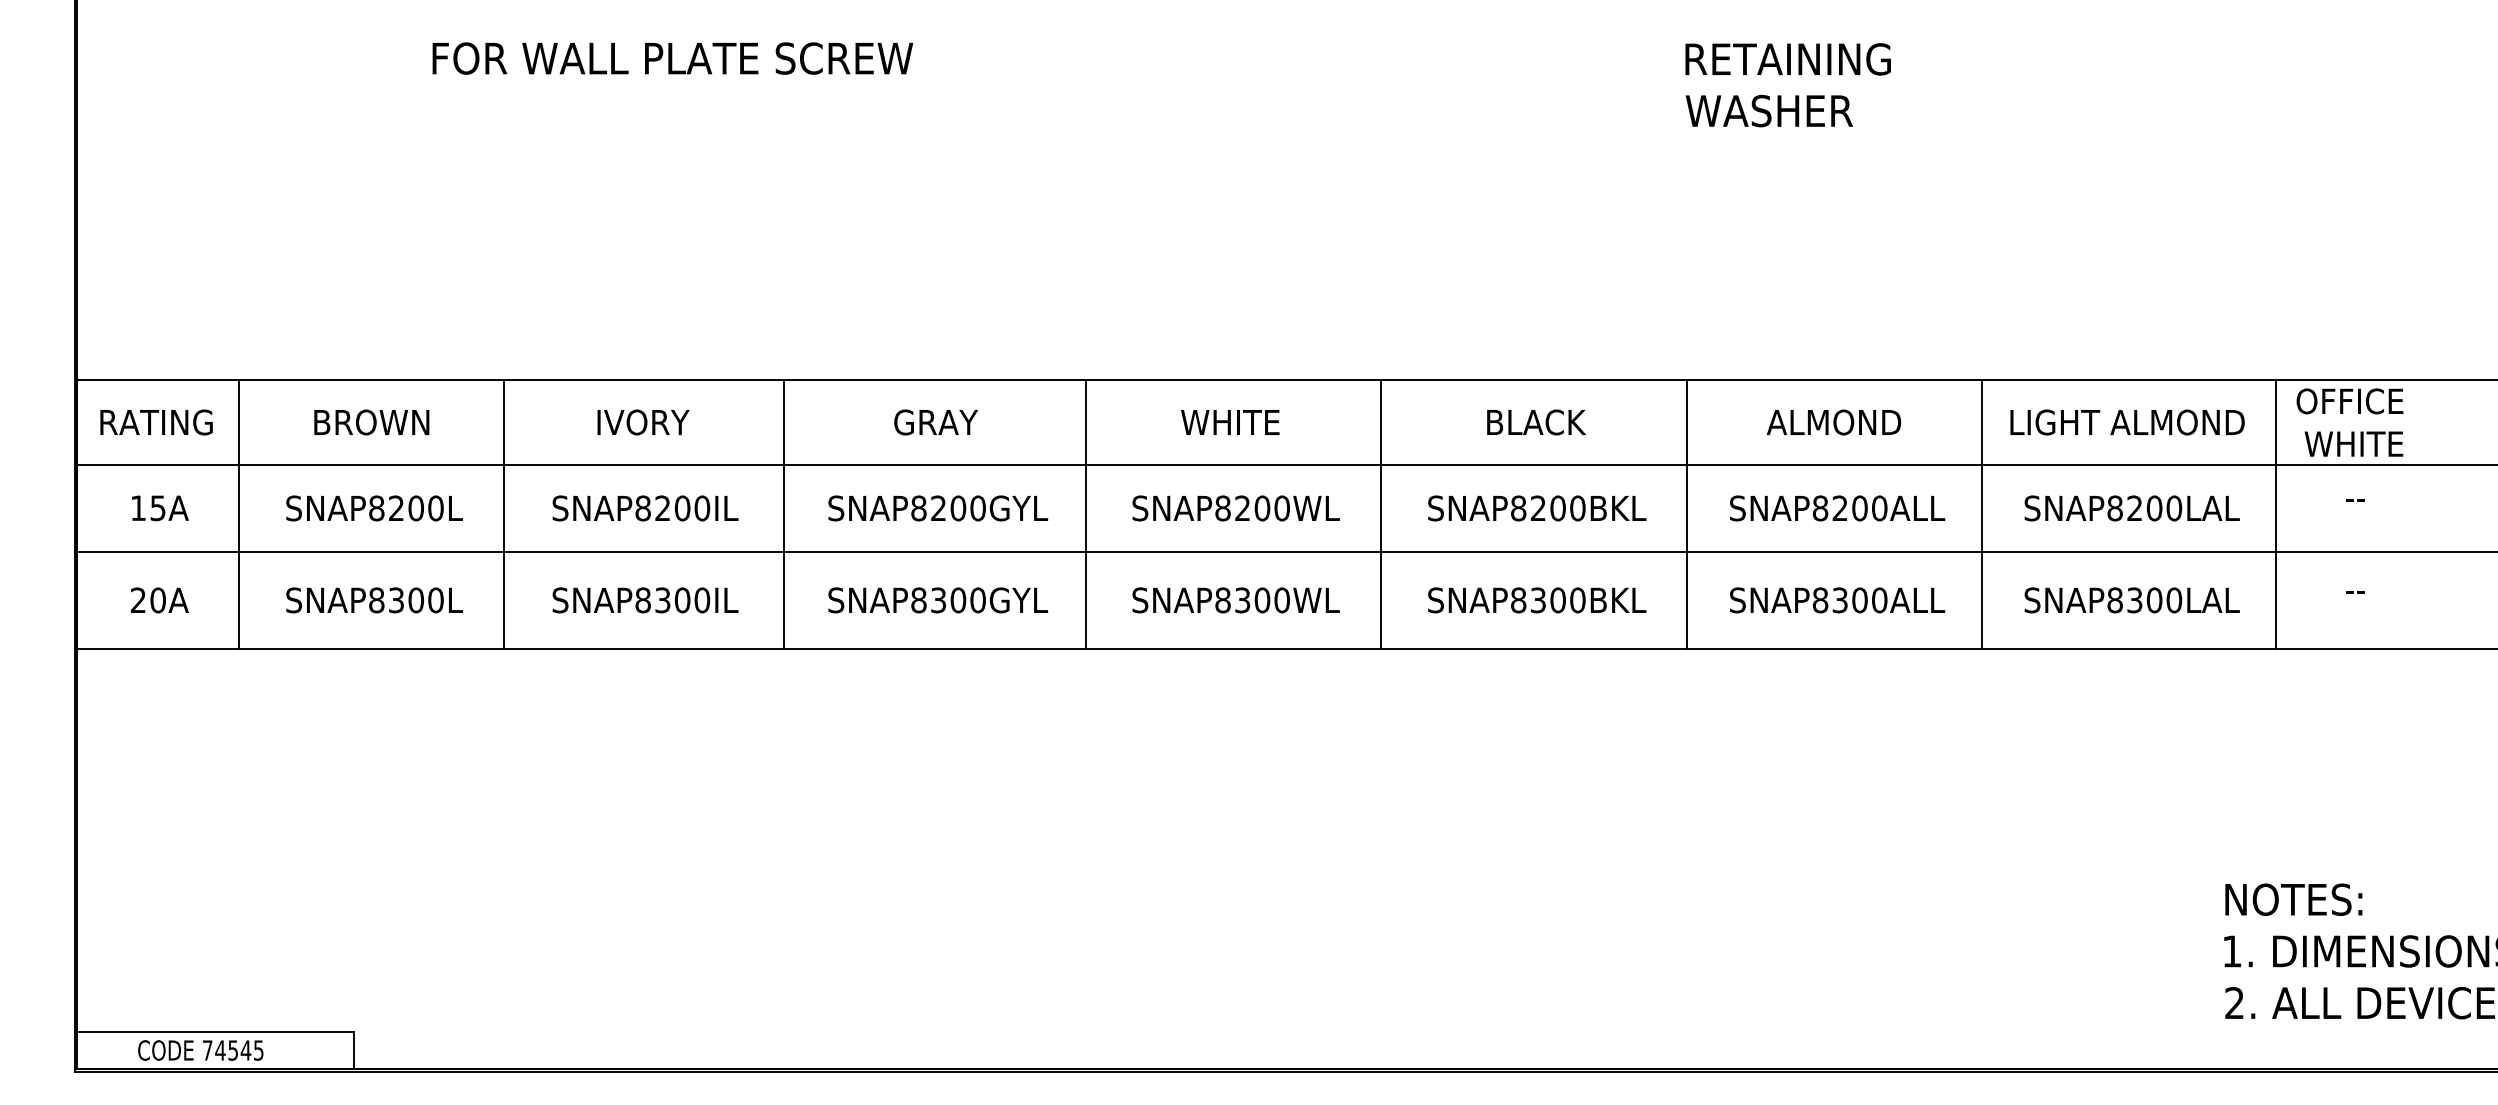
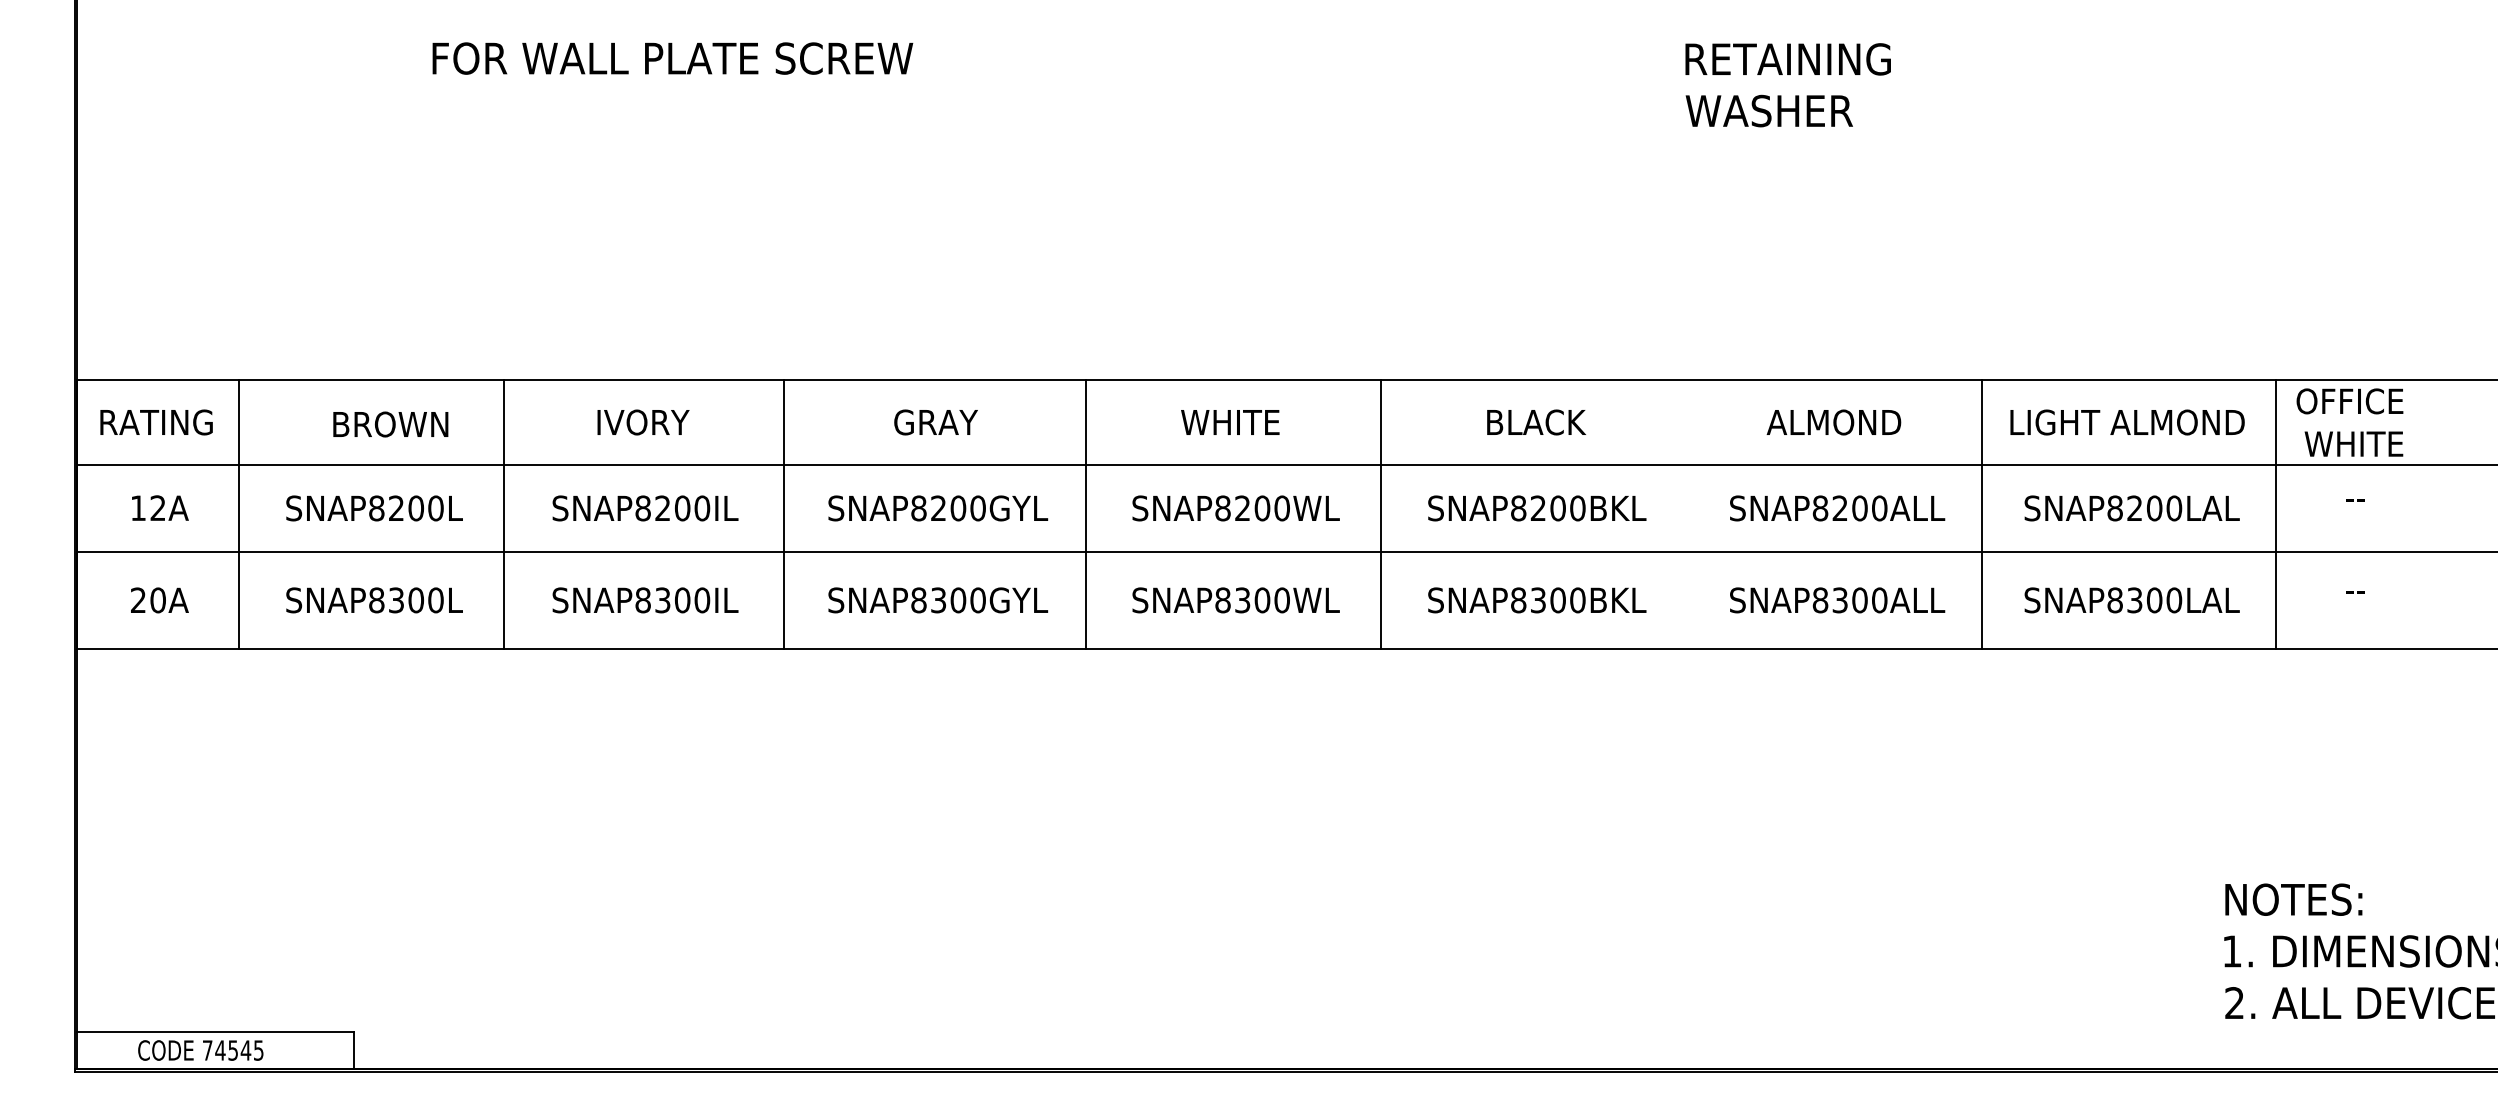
text at (371, 422) position: (371, 422) -> (390, 424)
text at (157, 508): 15A -> 12A
line at (1686, 514): present -> none
